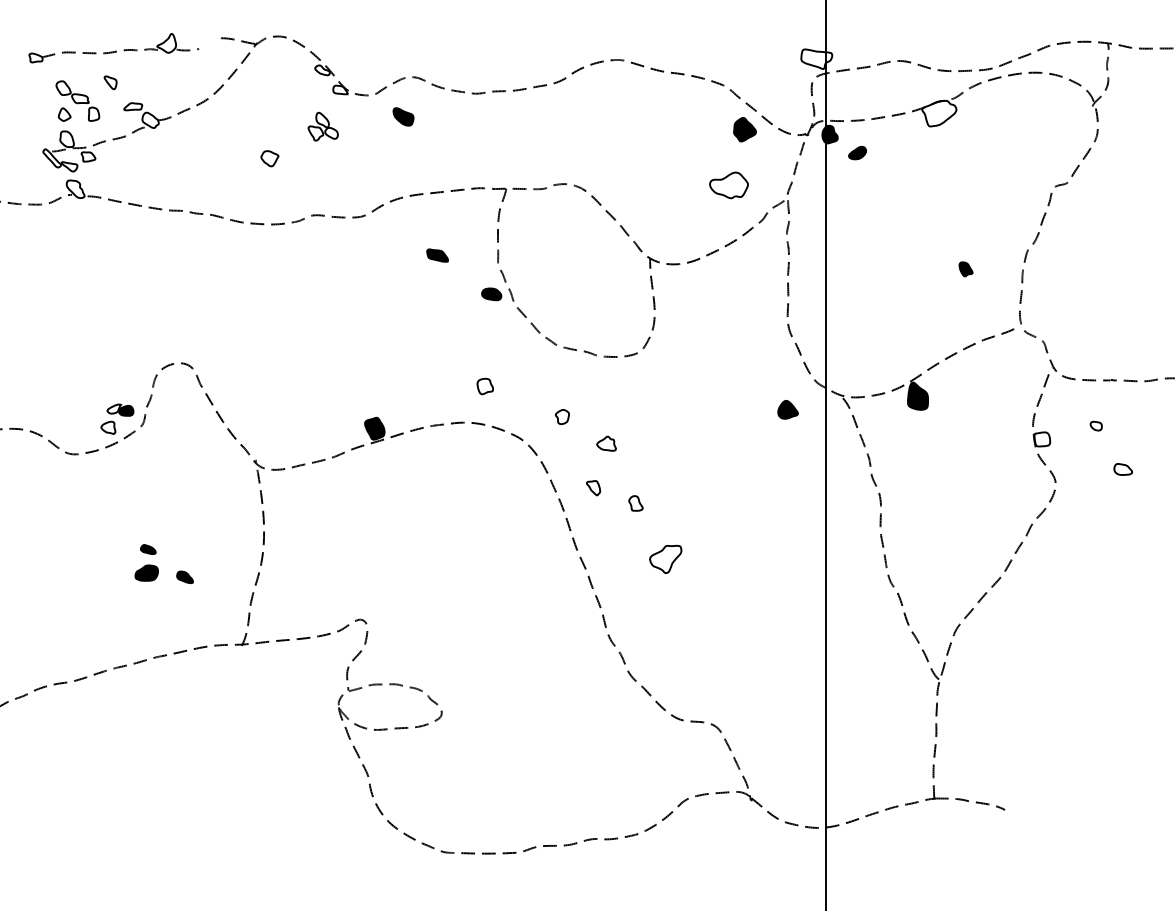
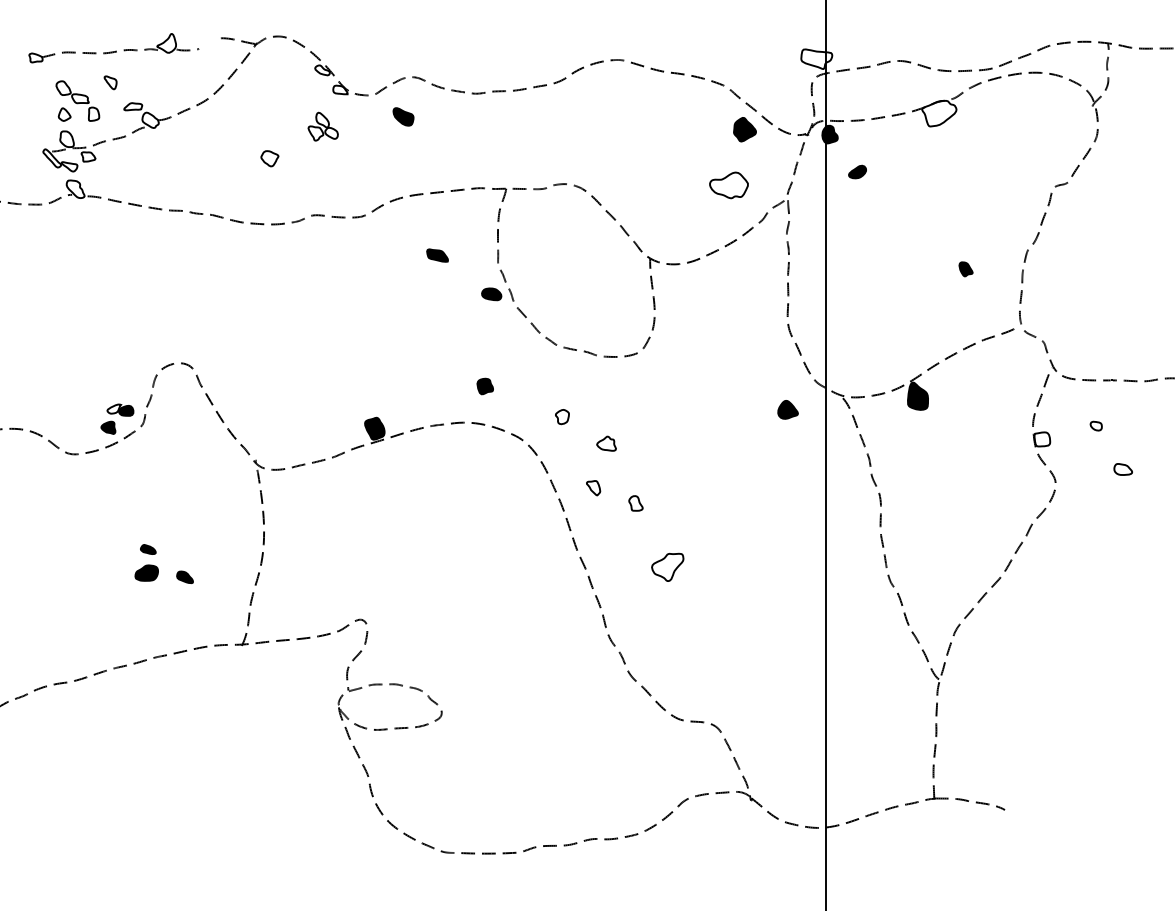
part at (857, 152) position: (857, 152) -> (857, 171)
fill at (485, 386): none -> present
fill at (108, 427): none -> present
part at (665, 558) position: (665, 558) -> (667, 566)
